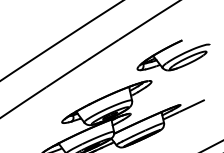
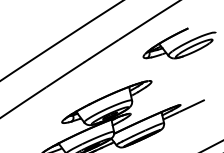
part at (173, 55) position: (173, 55) -> (179, 43)
